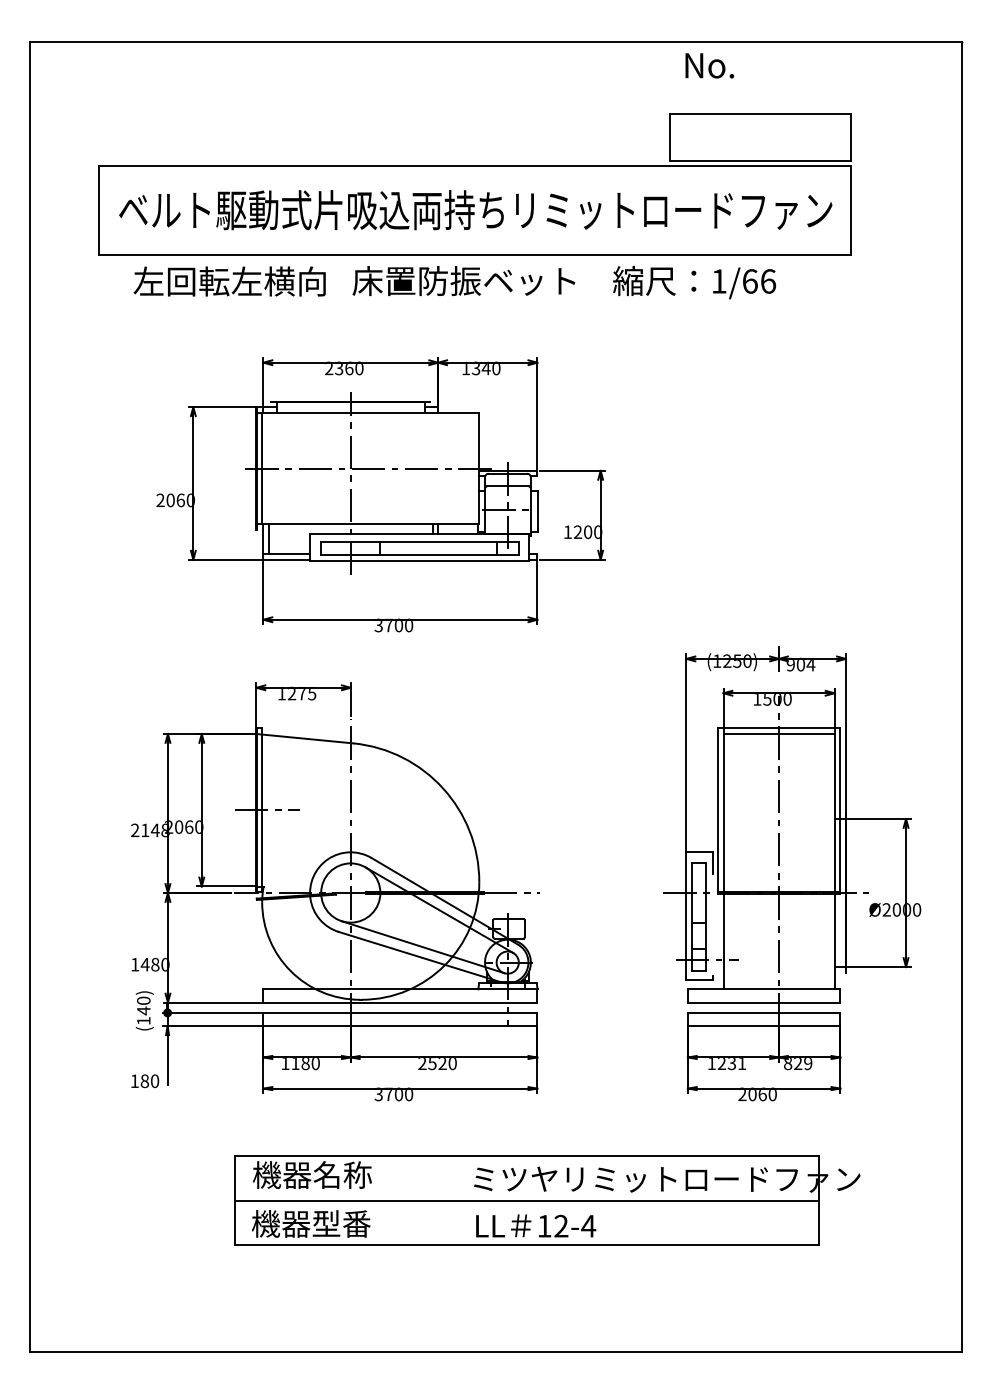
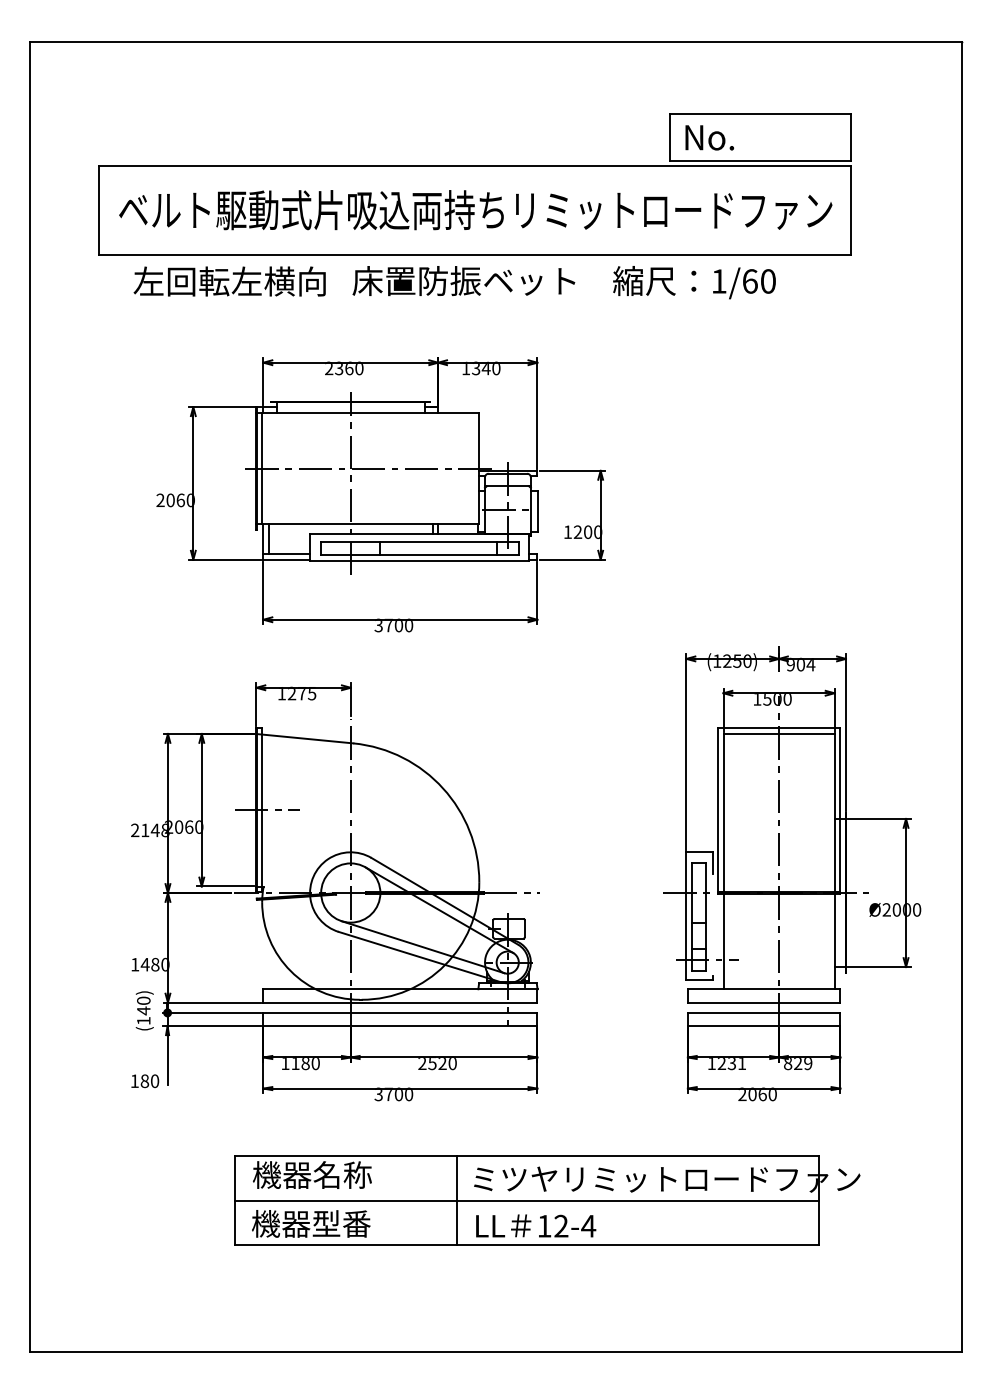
text at (709, 65) position: (709, 65) -> (709, 137)
text at (768, 281): 1/66 -> 1/60
line at (456, 1200): none -> present
